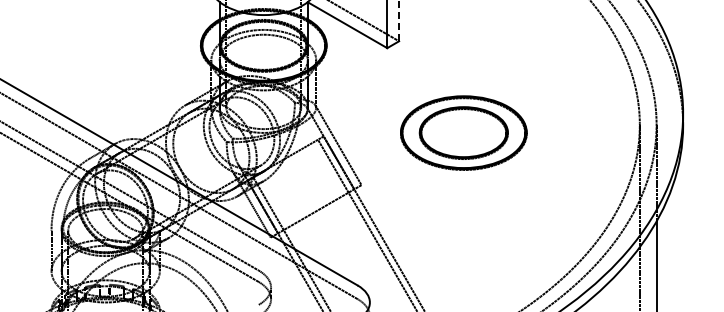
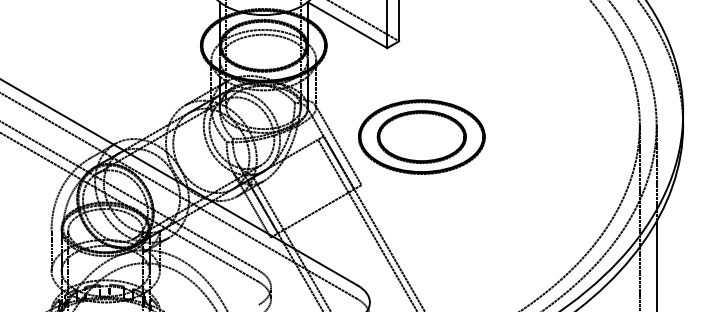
line at (399, 20): dashed -> solid
part at (463, 132) position: (463, 132) -> (421, 136)
